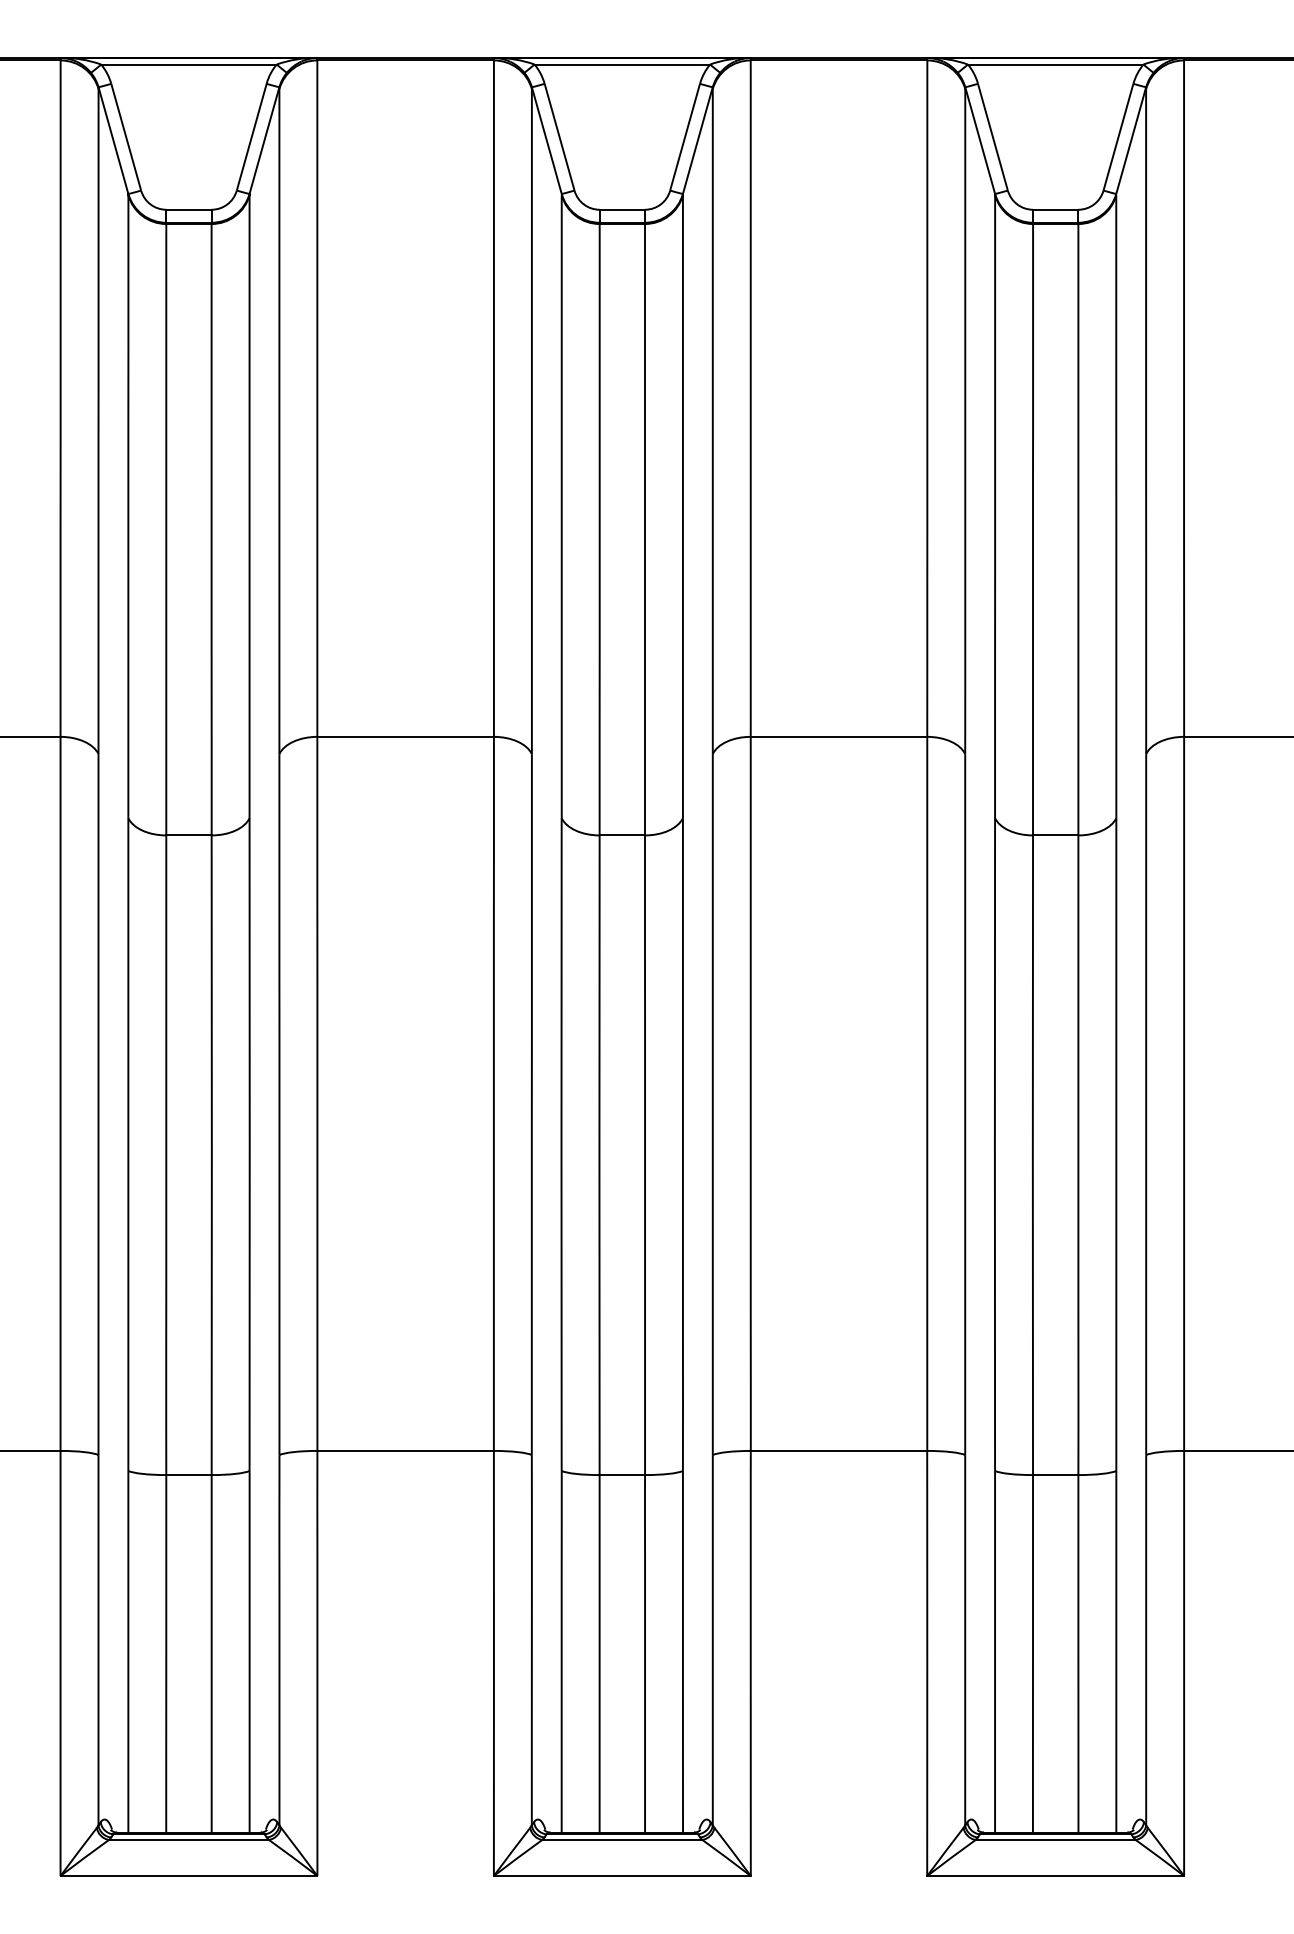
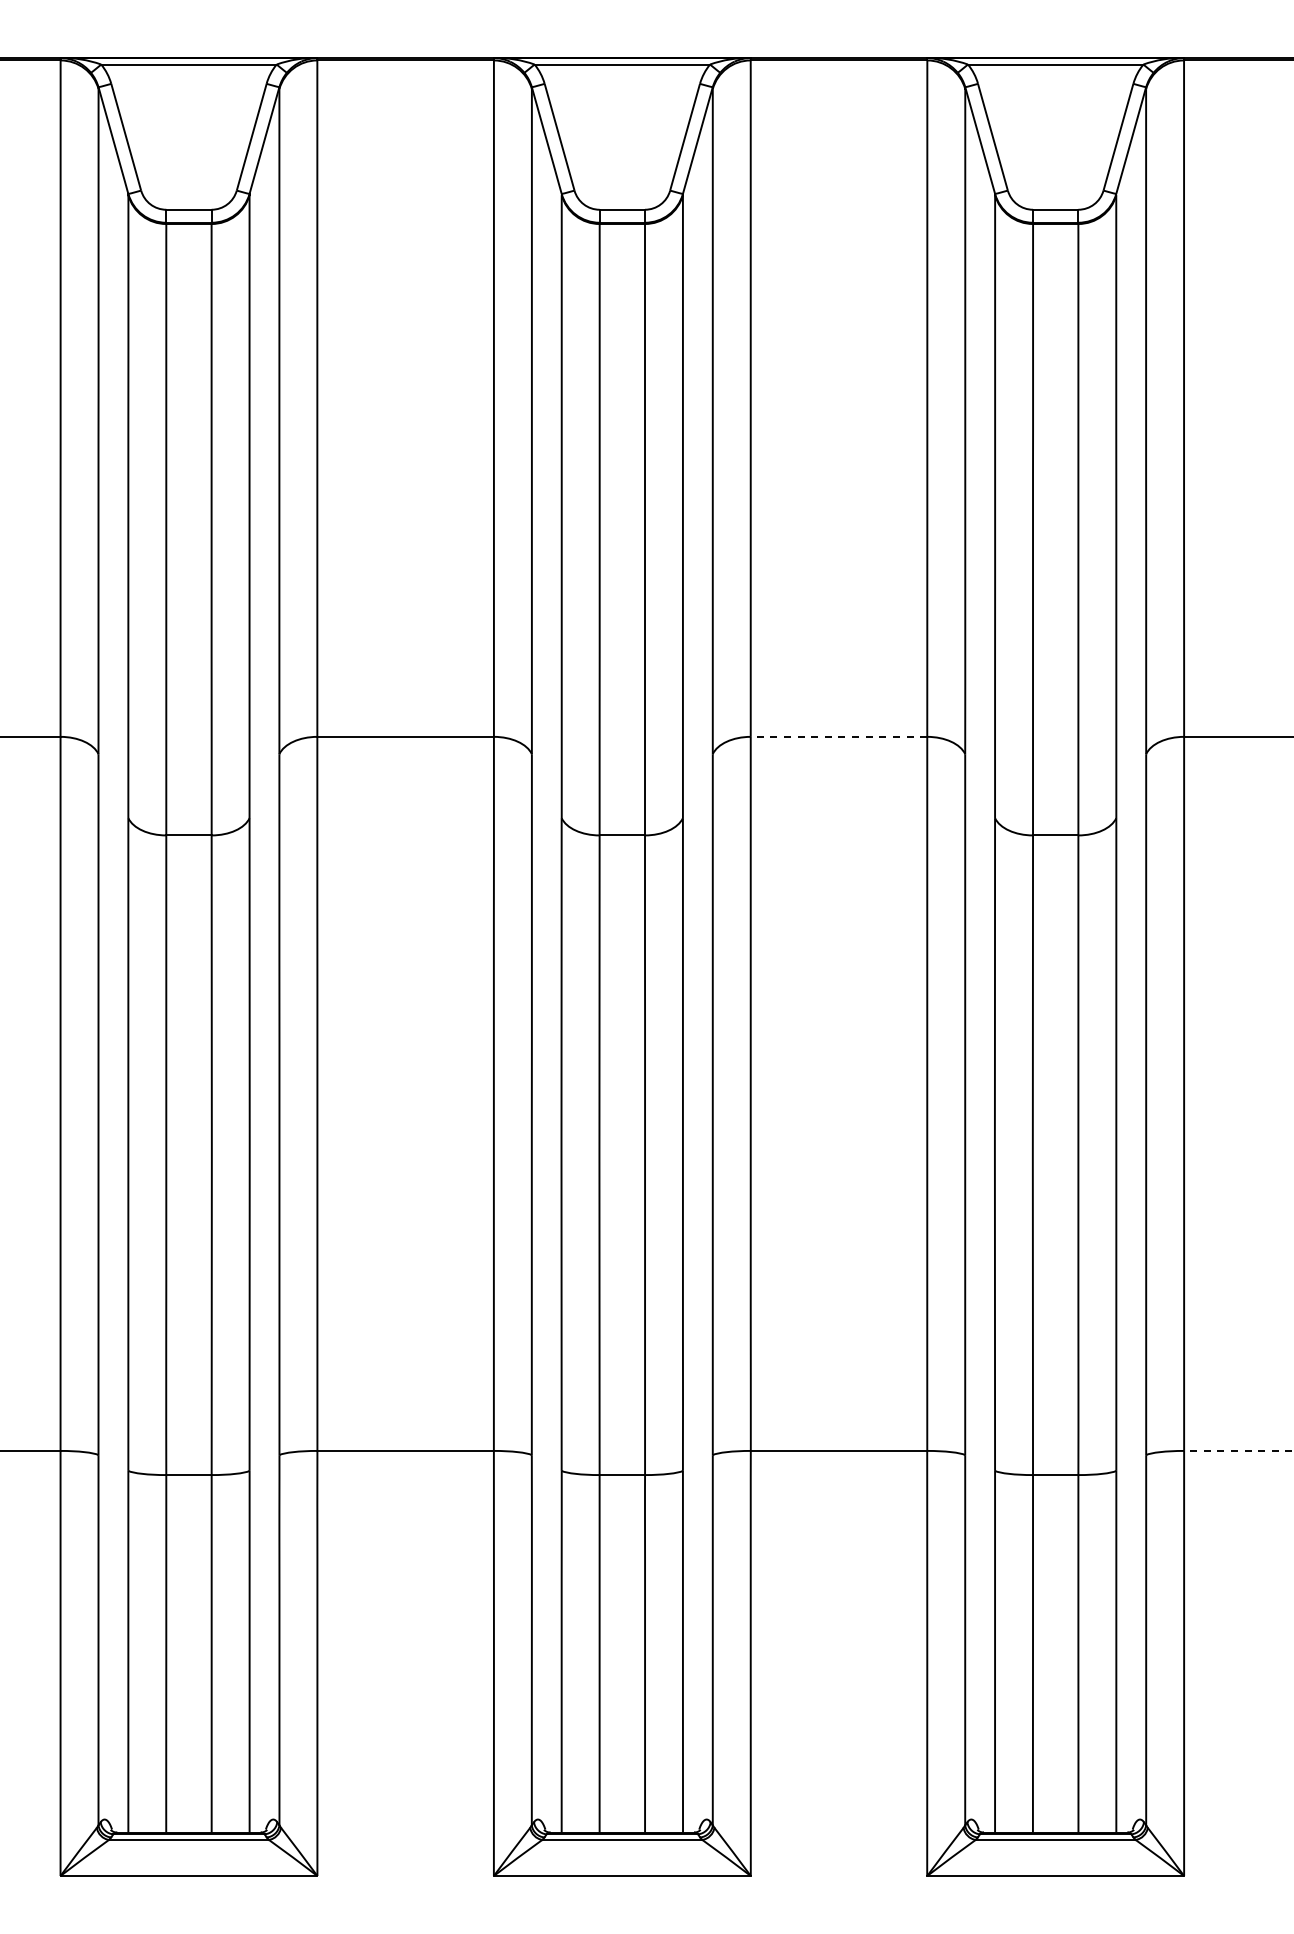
line at (838, 736): solid -> dashed
line at (1238, 1450): solid -> dashed
